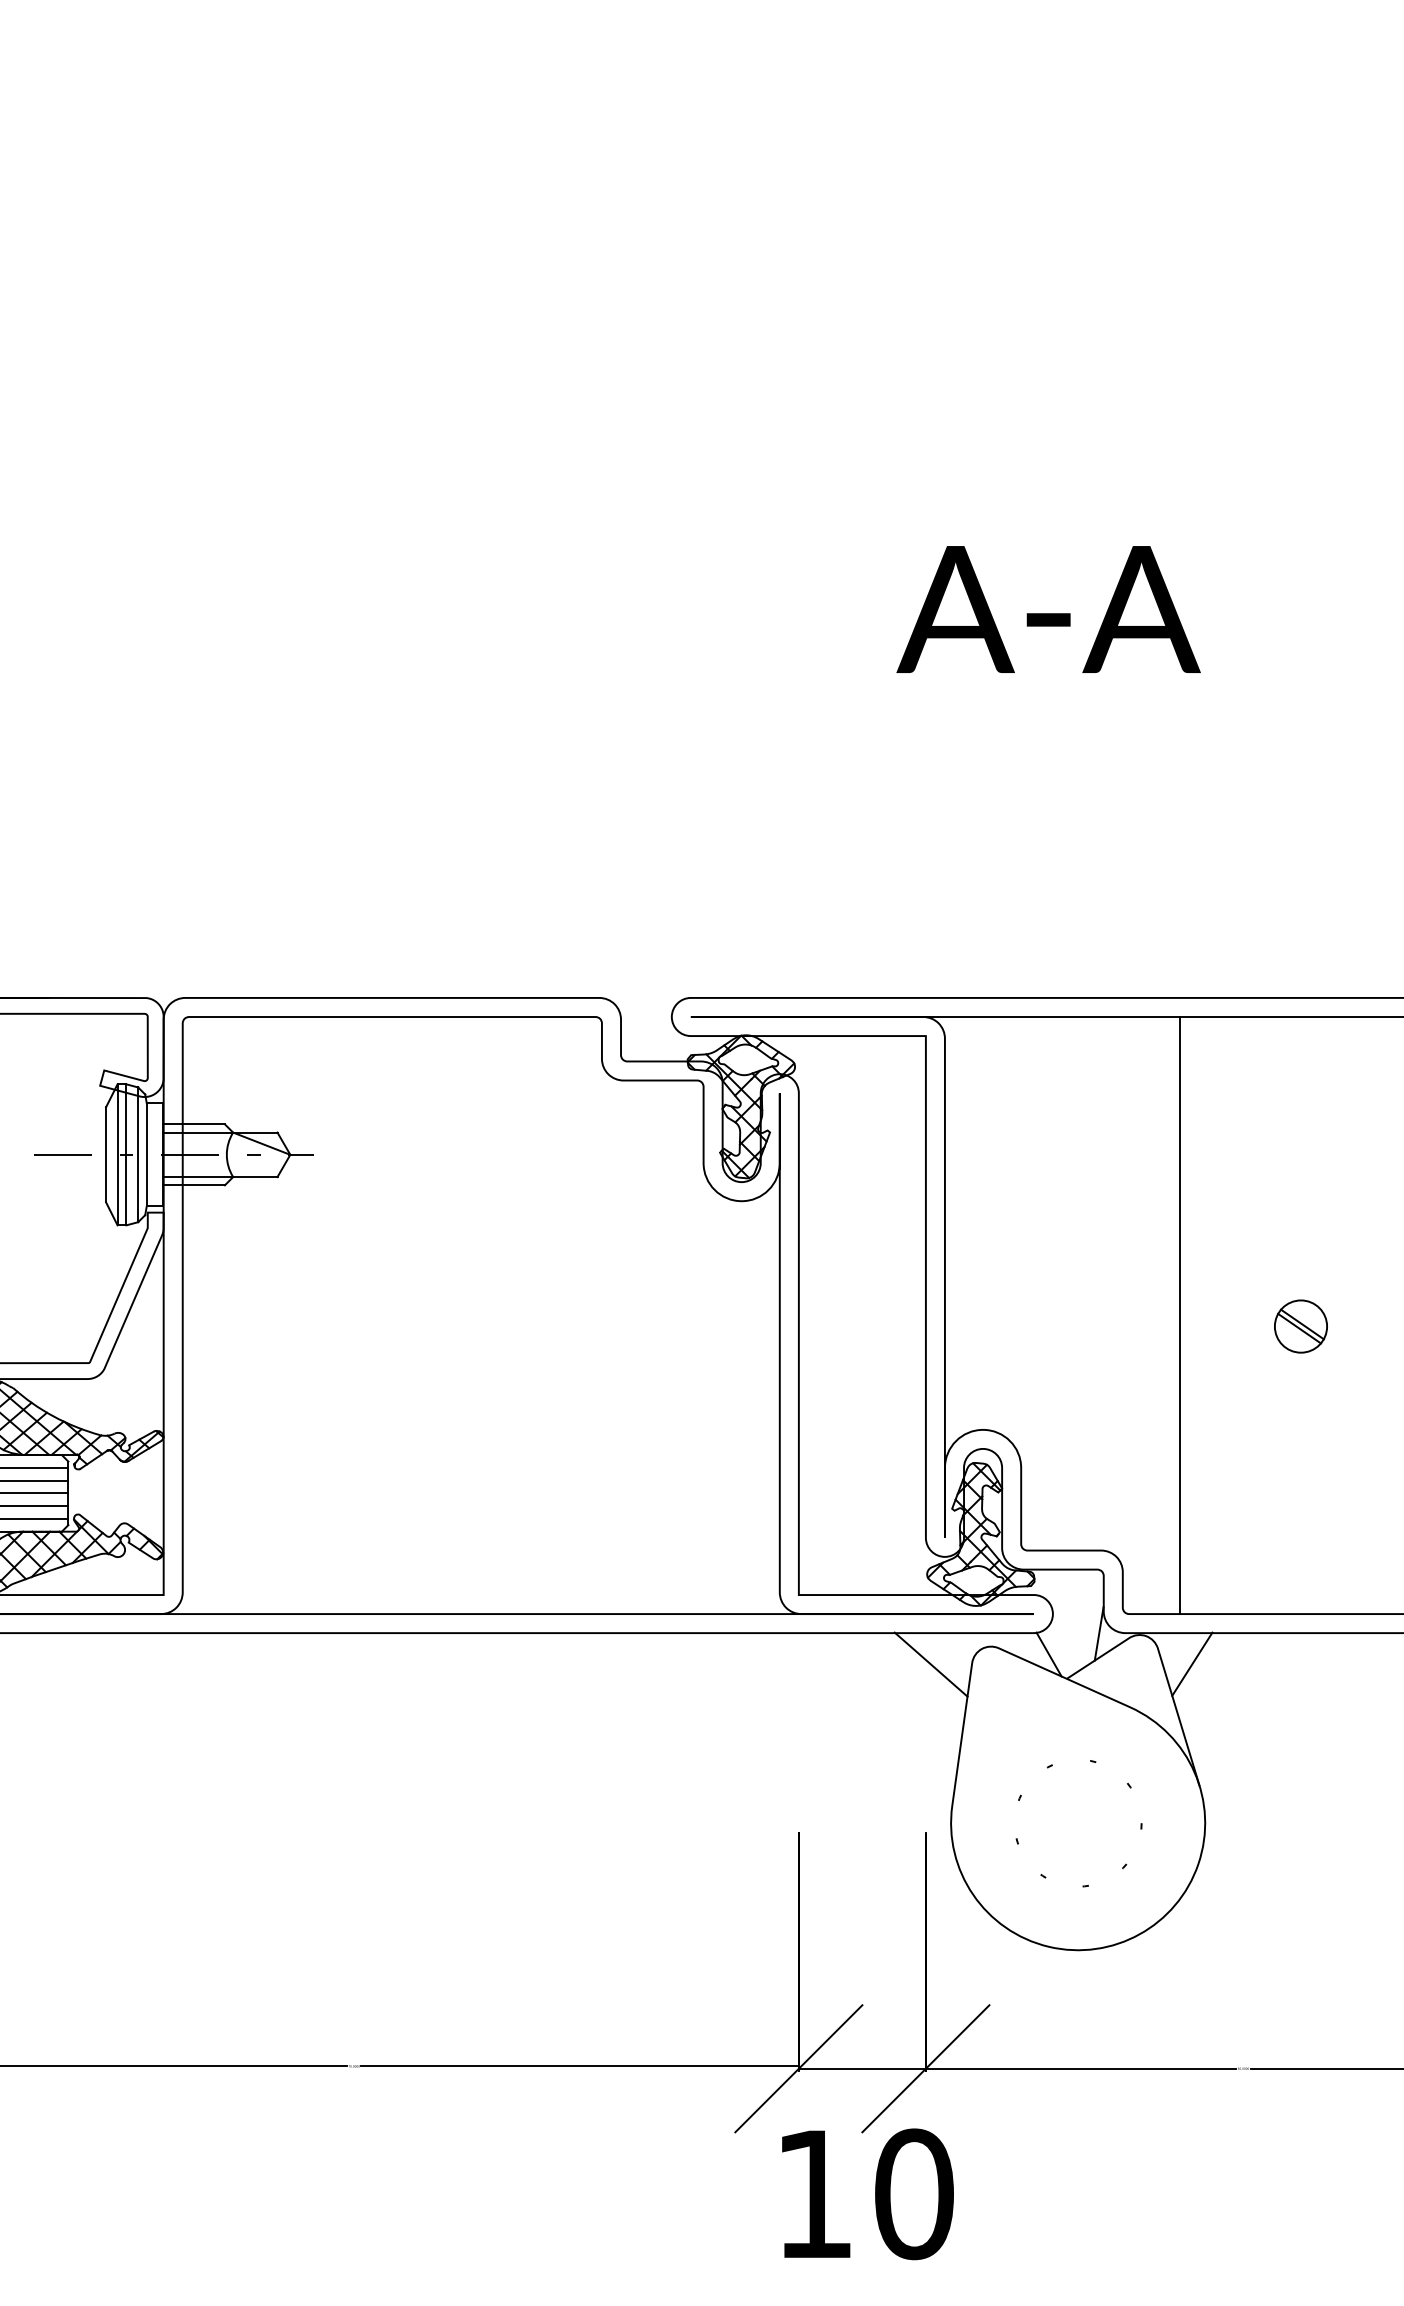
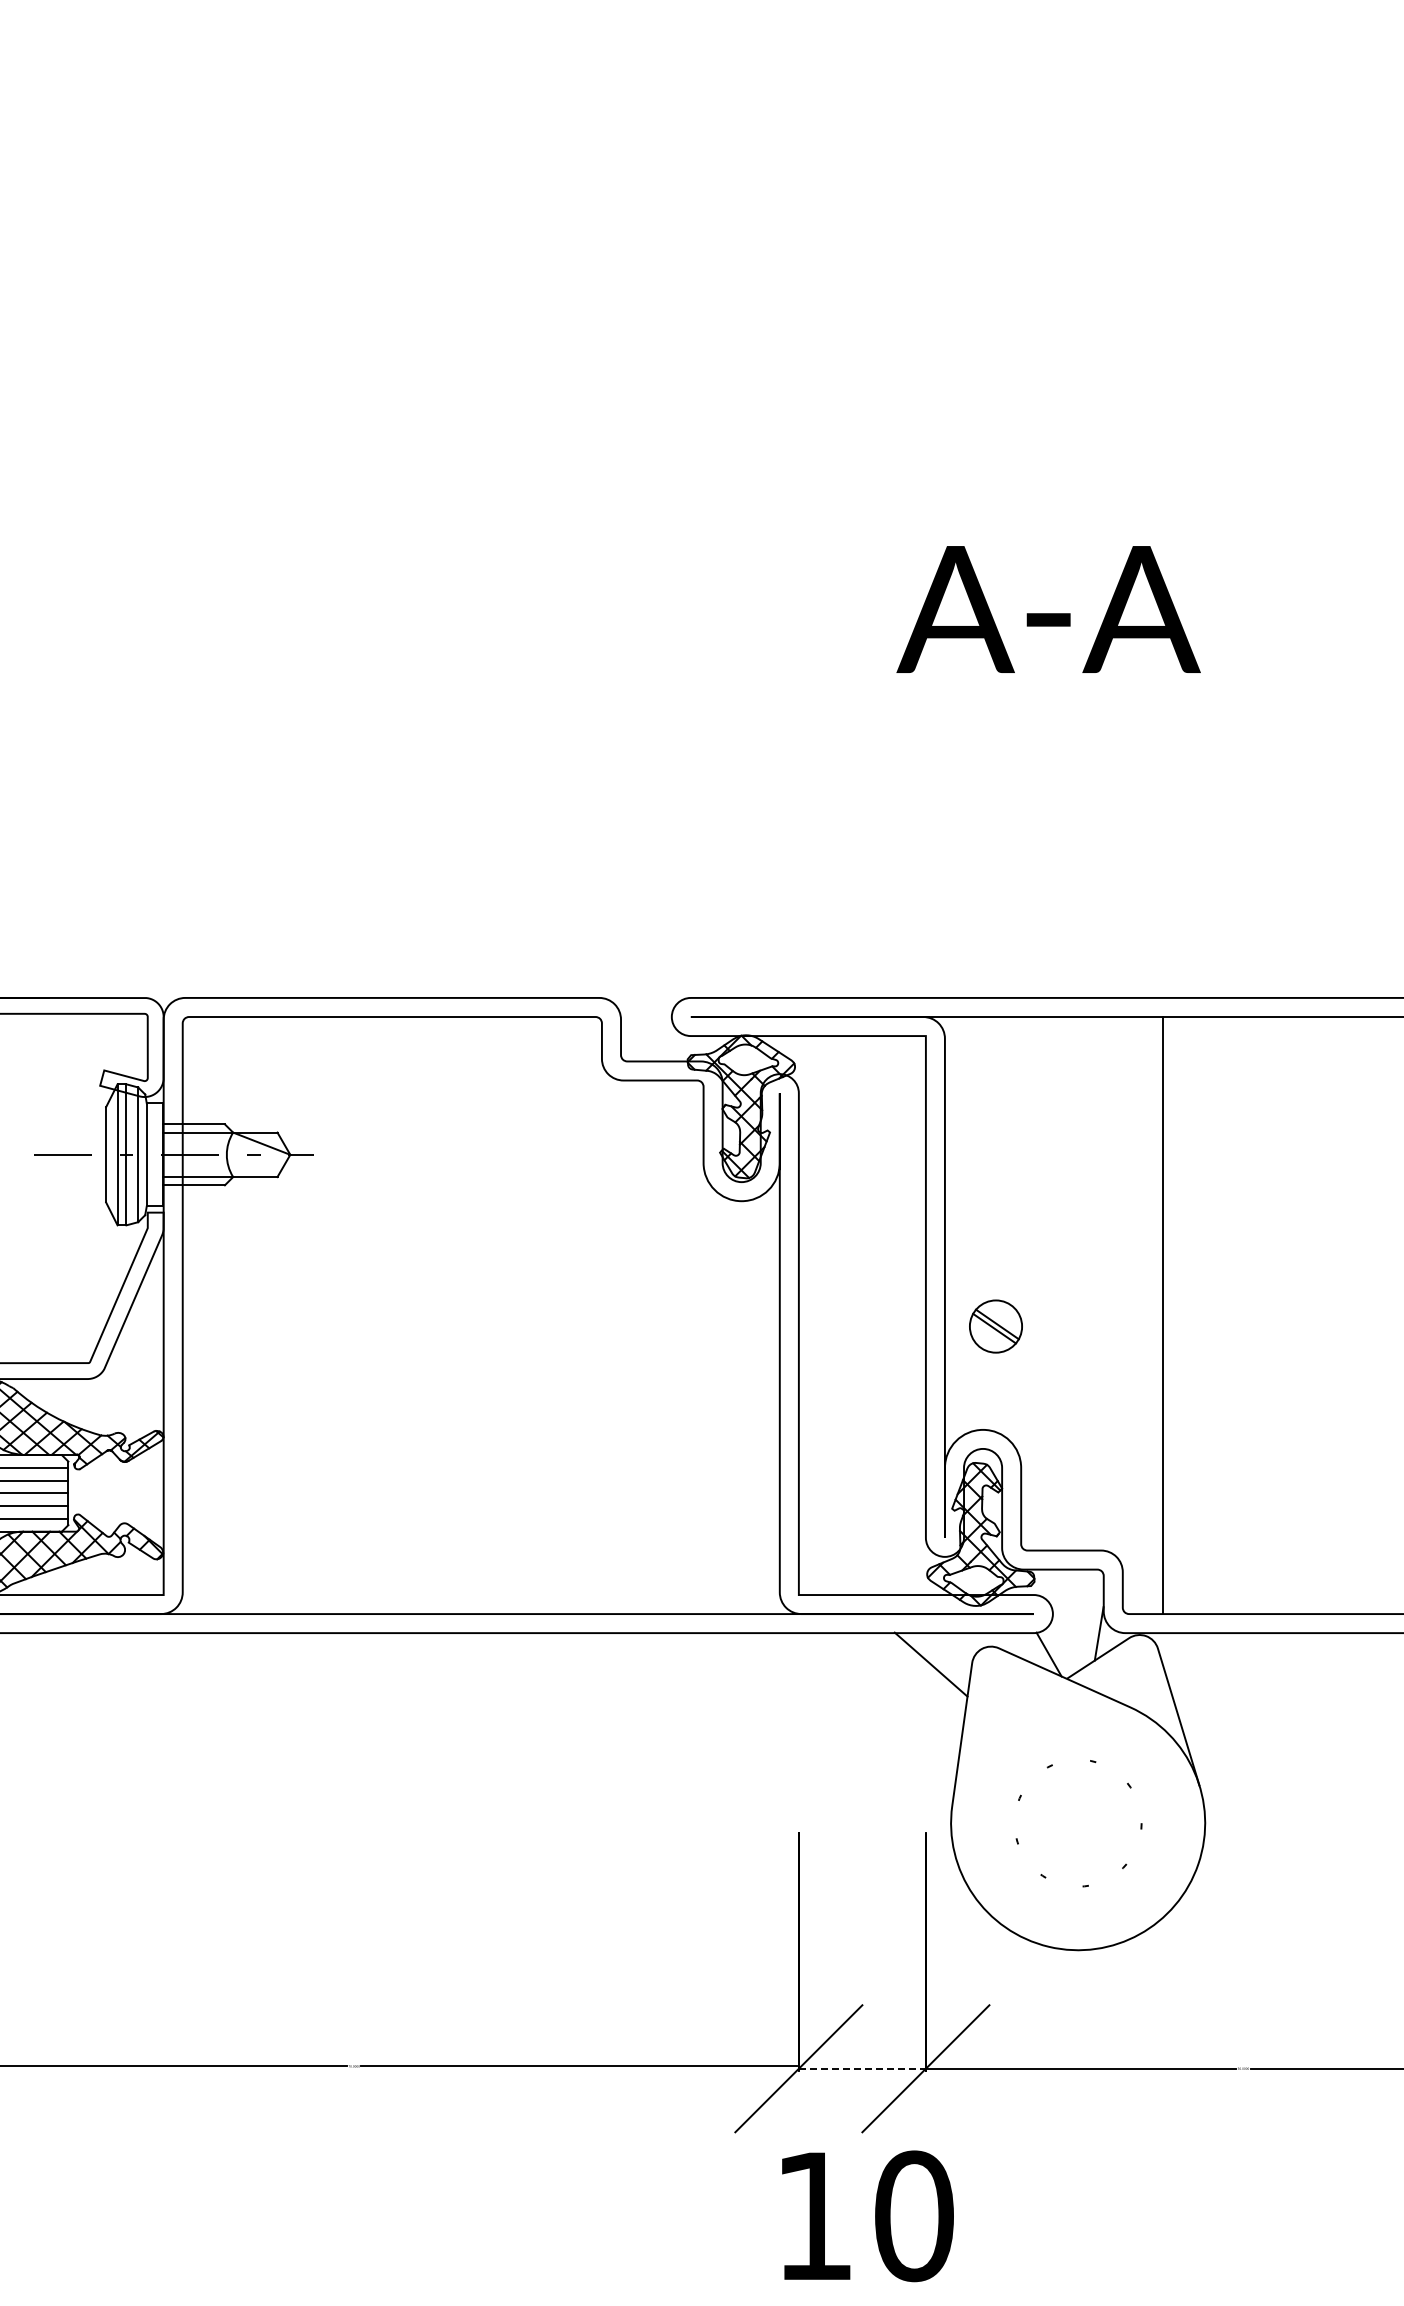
line at (1179, 1315) position: (1179, 1315) -> (1162, 1315)
part at (1300, 1326) position: (1300, 1326) -> (995, 1326)
line at (1192, 1663): present -> none
line at (862, 2068): solid -> dashed
text at (867, 2194) position: (867, 2194) -> (867, 2216)
